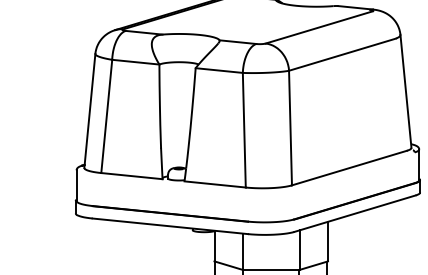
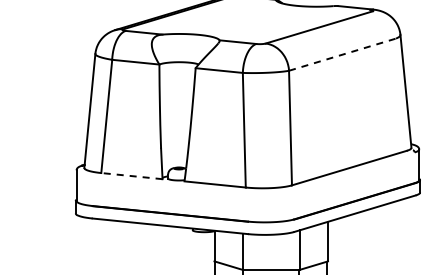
line at (342, 54): solid -> dashed
line at (131, 176): solid -> dashed
